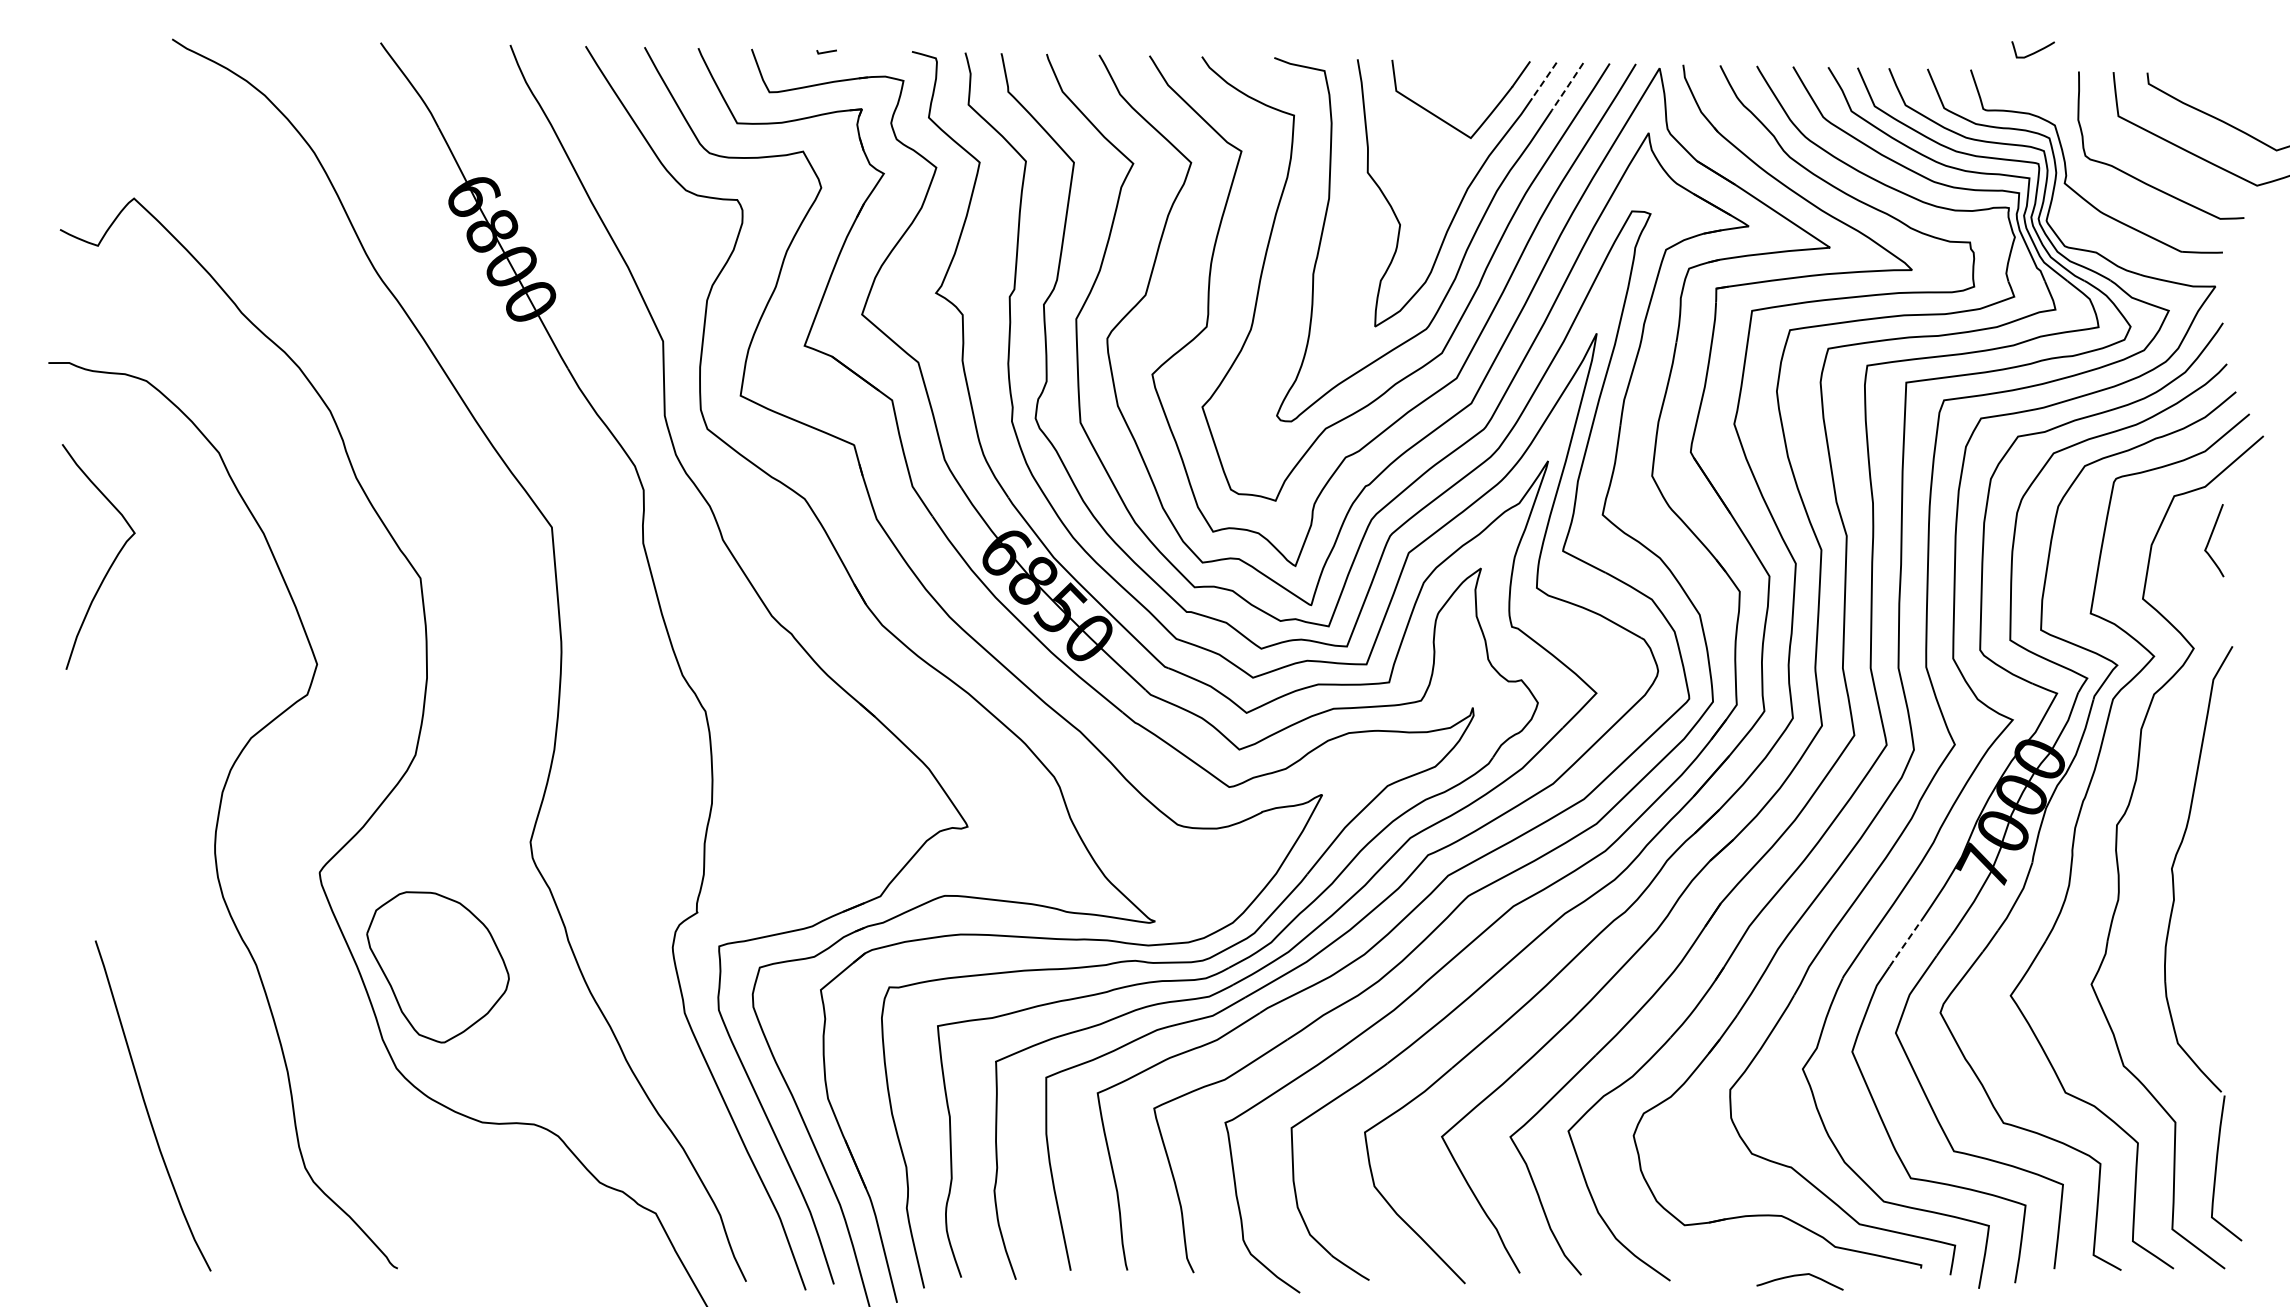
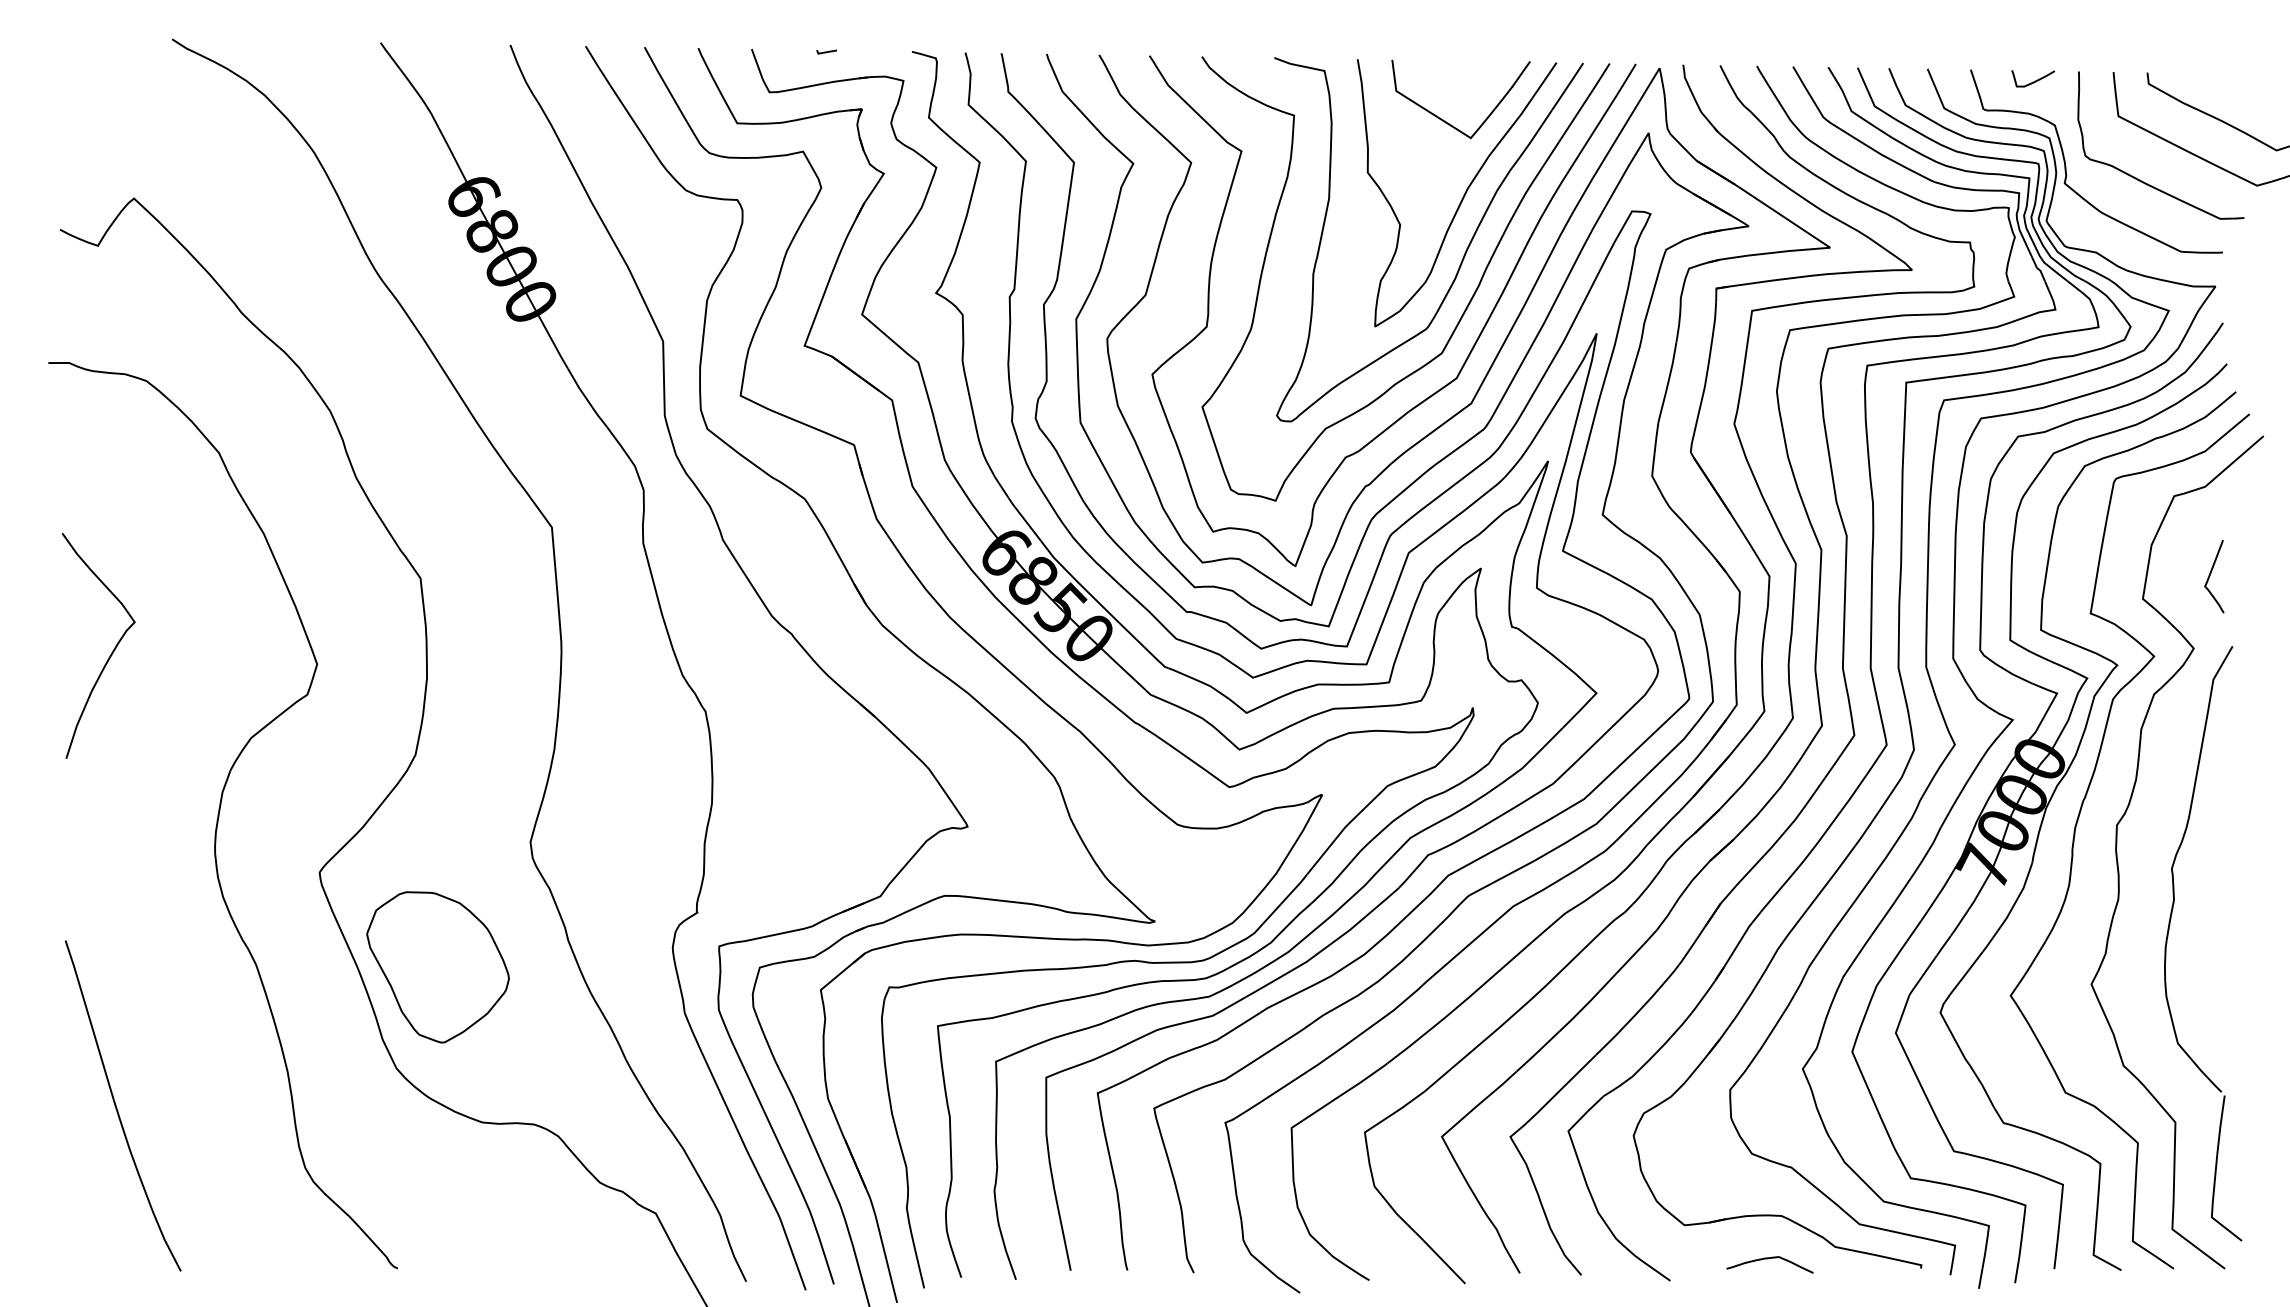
curve at (2033, 52) position: (2033, 52) -> (2033, 81)
line at (1544, 80): dashed -> solid
line at (1567, 86): dashed -> solid
curve at (2210, 540) position: (2210, 540) -> (2210, 576)
curve at (111, 563) position: (111, 563) -> (111, 652)
line at (1905, 943): dashed -> solid
curve at (147, 1107) position: (147, 1107) -> (117, 1107)
curve at (1798, 1276) position: (1798, 1276) -> (1768, 1259)
